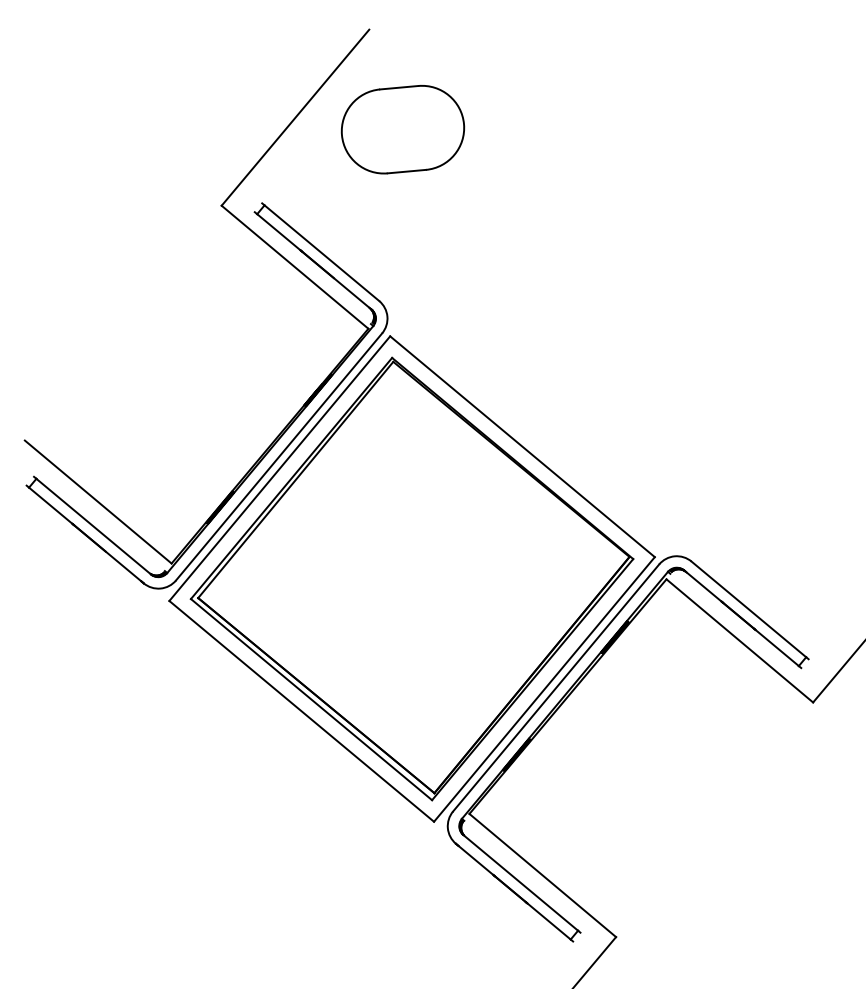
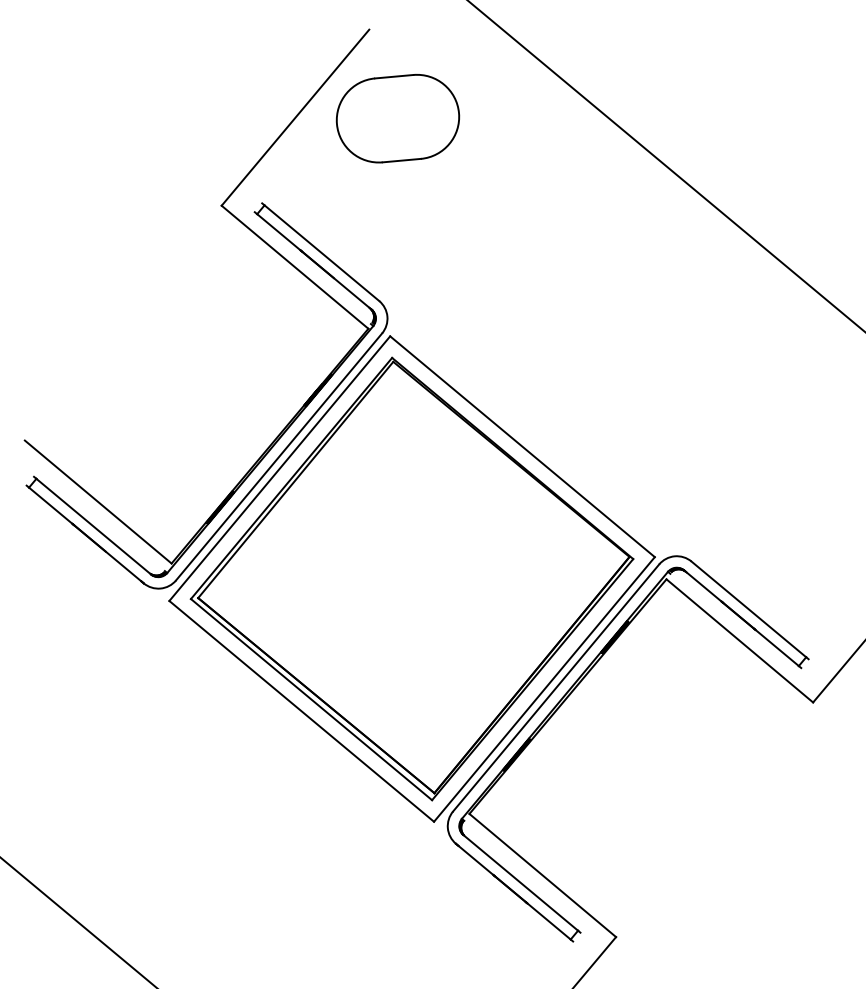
part at (402, 129) position: (402, 129) -> (397, 118)
line at (665, 165): none -> present
line at (78, 921): none -> present
